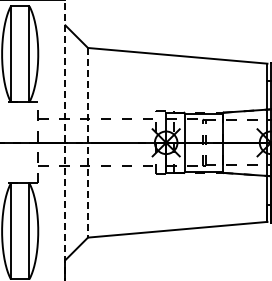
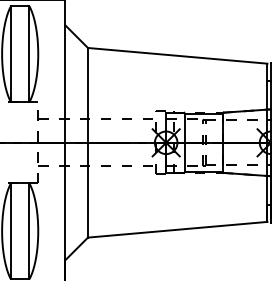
line at (65, 140): dashed -> solid
line at (87, 142): dashed -> solid
